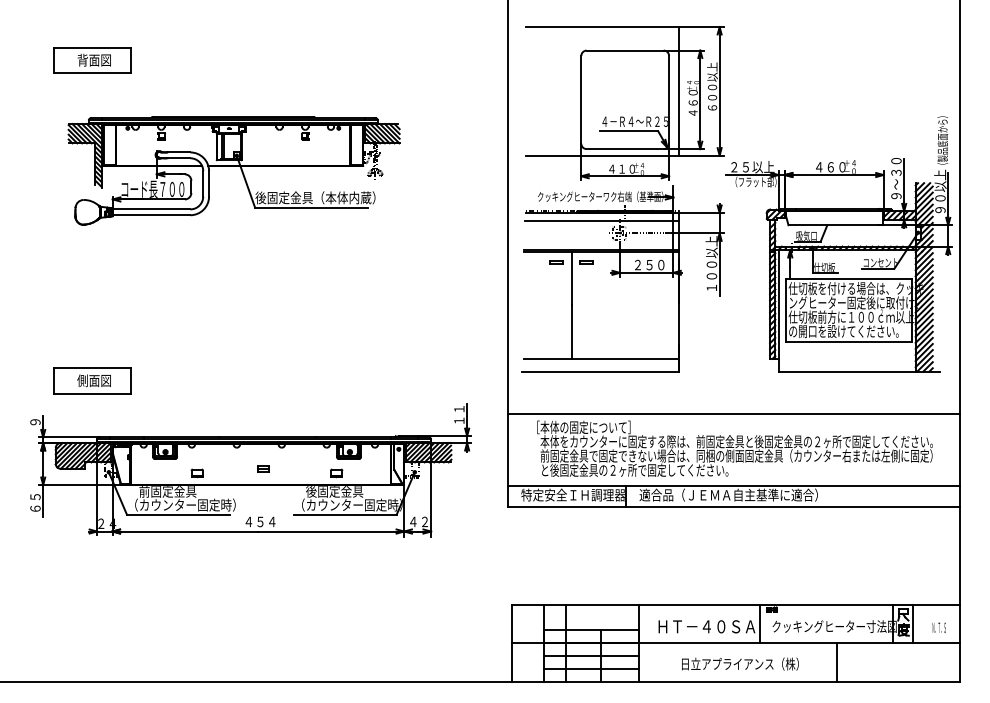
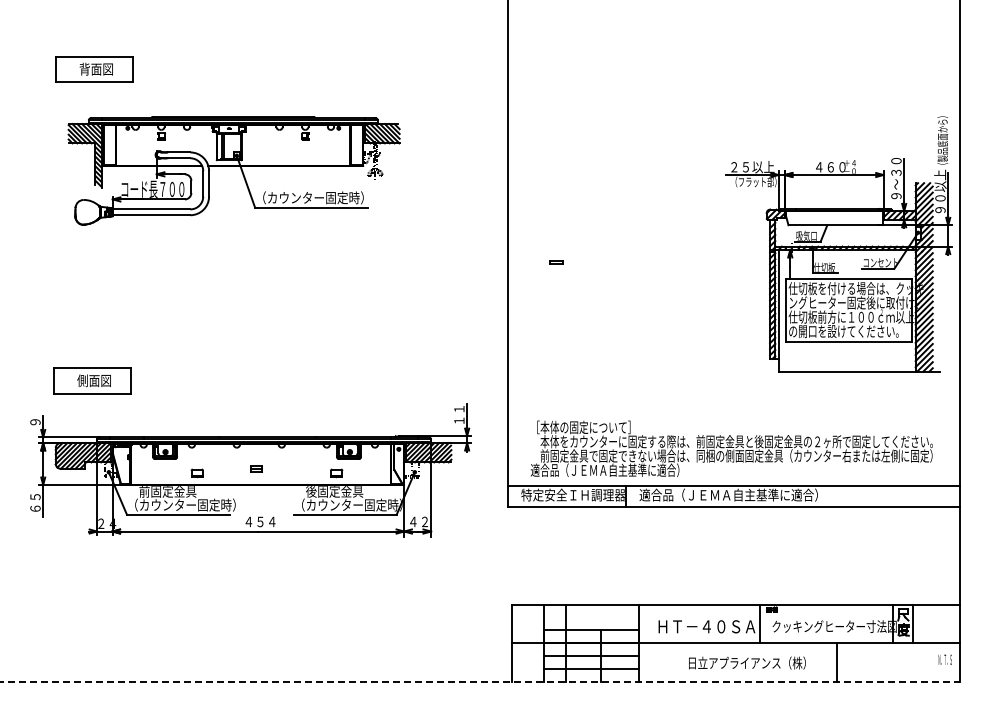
part at (92, 60) position: (92, 60) -> (94, 69)
text at (315, 197): 後固定金具（本体内蔵） -> （カウンター固定時）
part at (622, 199): present -> none
line at (734, 414): present -> none
part at (263, 468) position: (263, 468) -> (256, 468)
text at (629, 469): と後固定金具の２ヶ所で固定してください。 -> 適合品（ＪＥＭＡ自主基準に適合）
text at (938, 627) position: (938, 627) -> (944, 659)
text at (740, 663) position: (740, 663) -> (747, 662)
line at (480, 681): solid -> dashed
